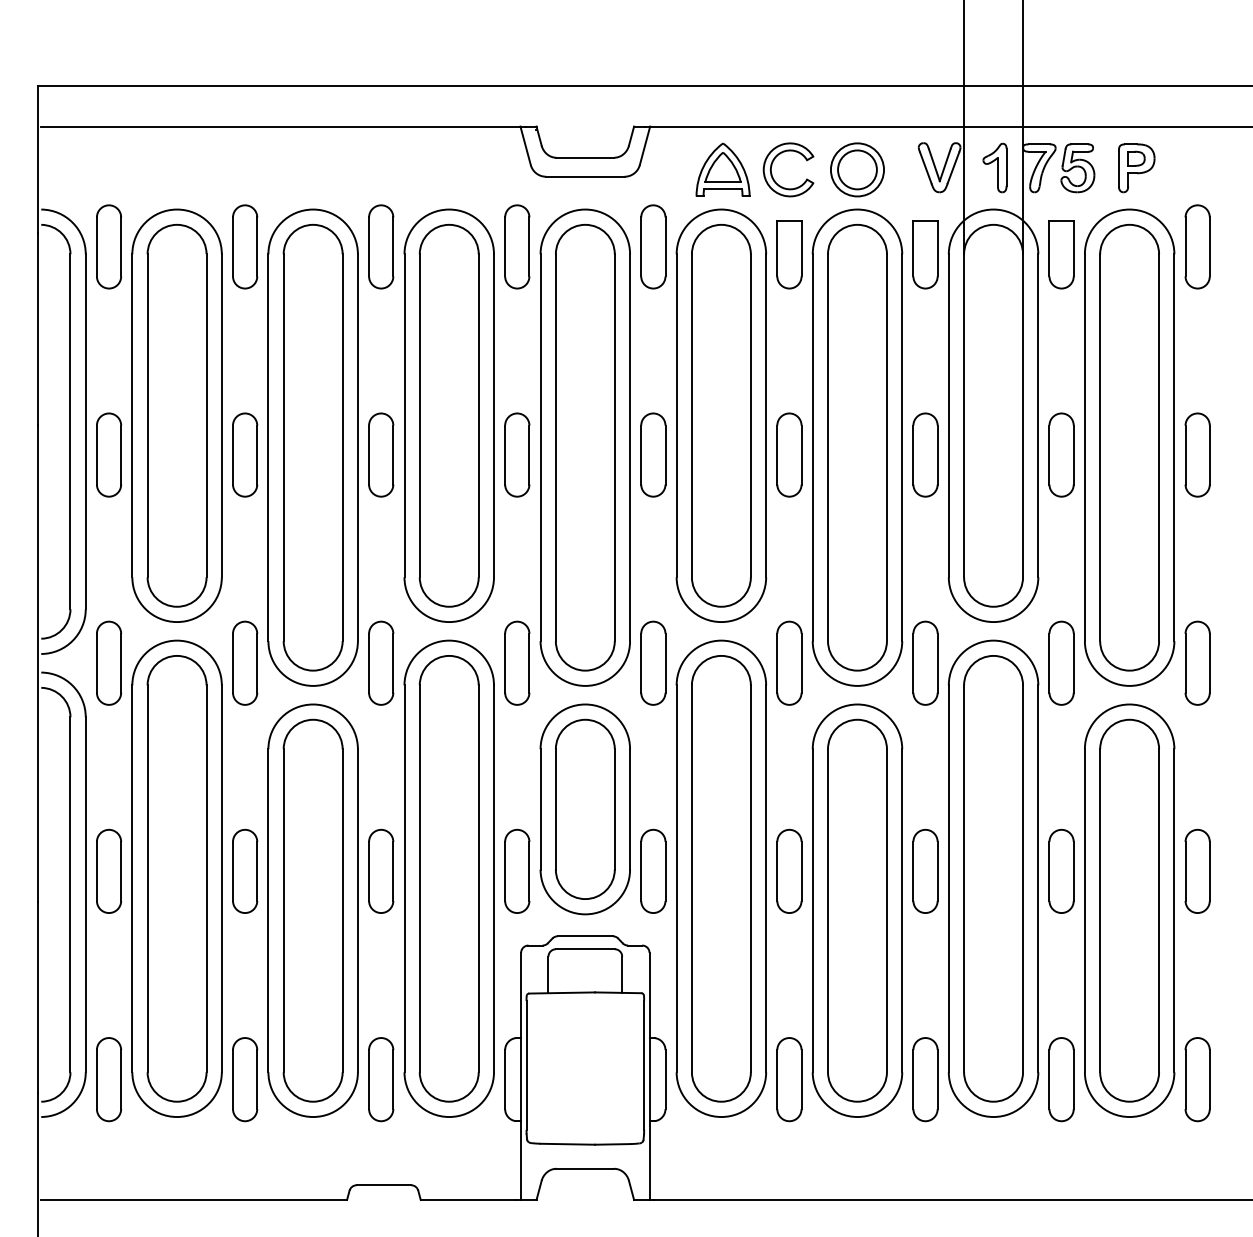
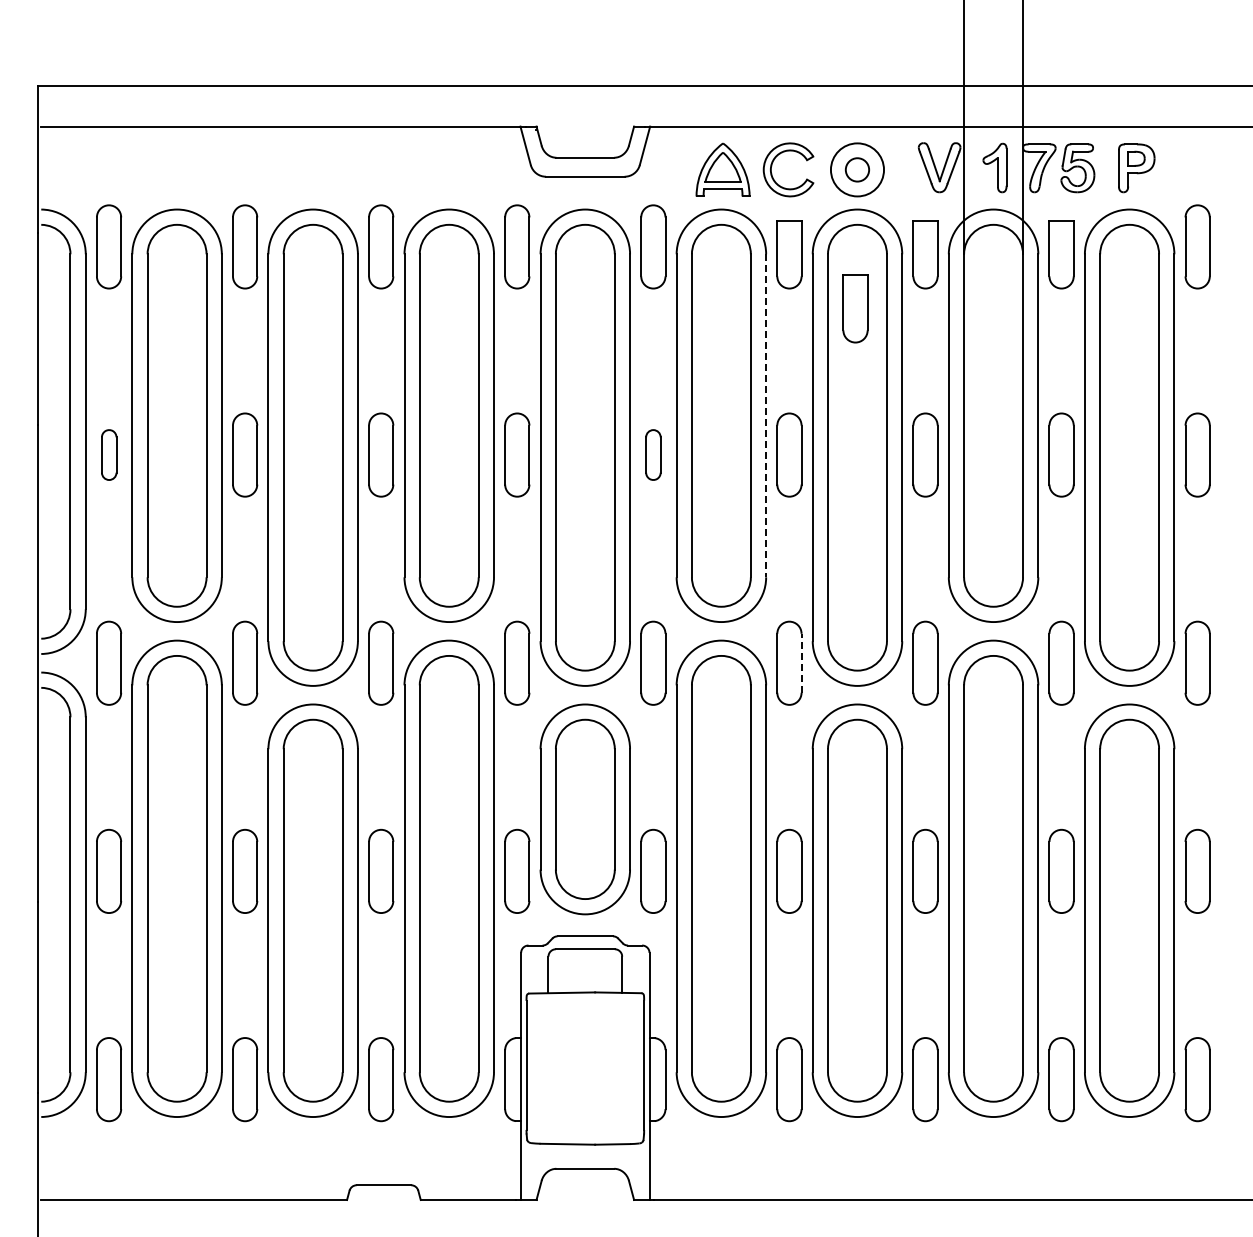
circle at (857, 169) diameter: 39 px -> 23 px
part at (855, 308): none -> present
line at (766, 415): solid -> dashed
part at (109, 454) size: 27x86 px -> 17x52 px
part at (653, 454) size: 27x86 px -> 17x52 px
line at (801, 662): solid -> dashed
